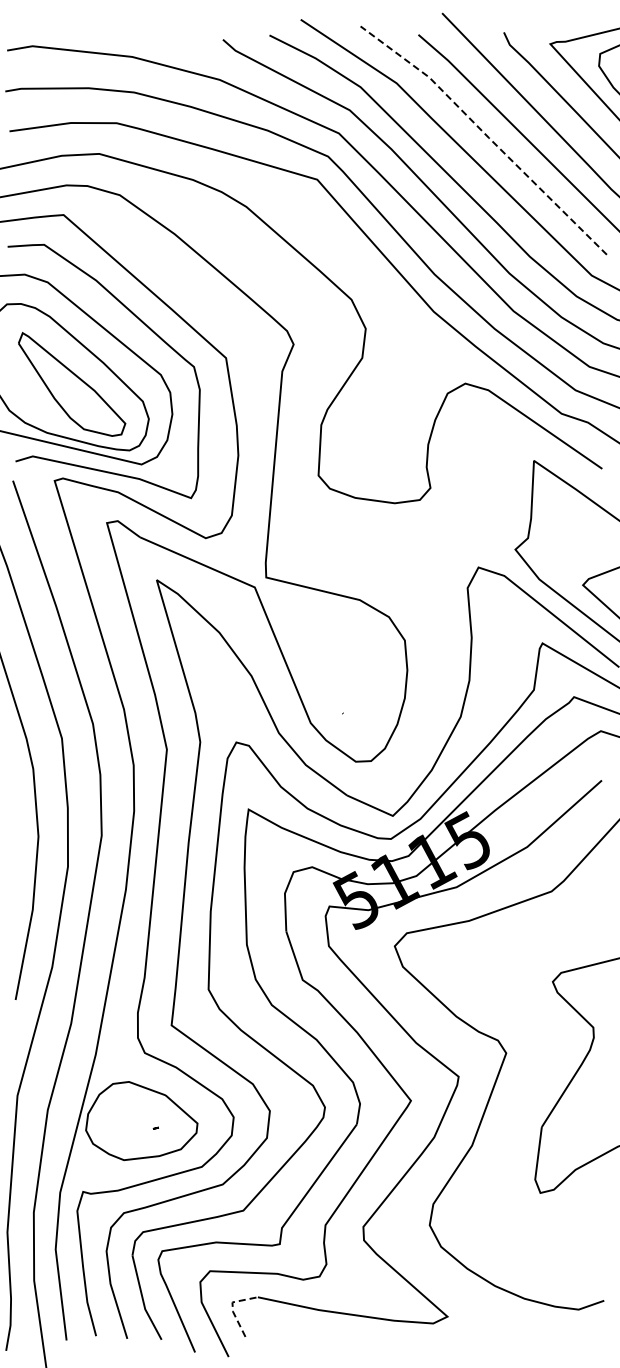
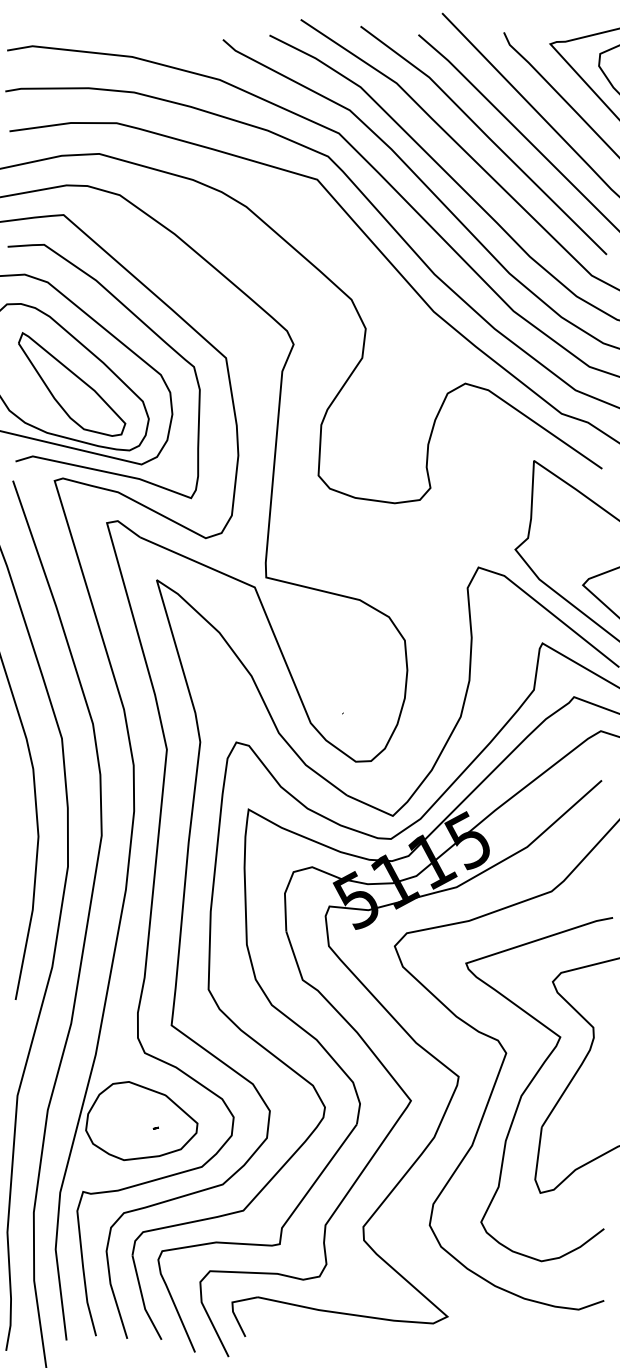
line at (487, 135): dashed -> solid
curve at (531, 1083): none -> present
line at (232, 1307): dashed -> solid
